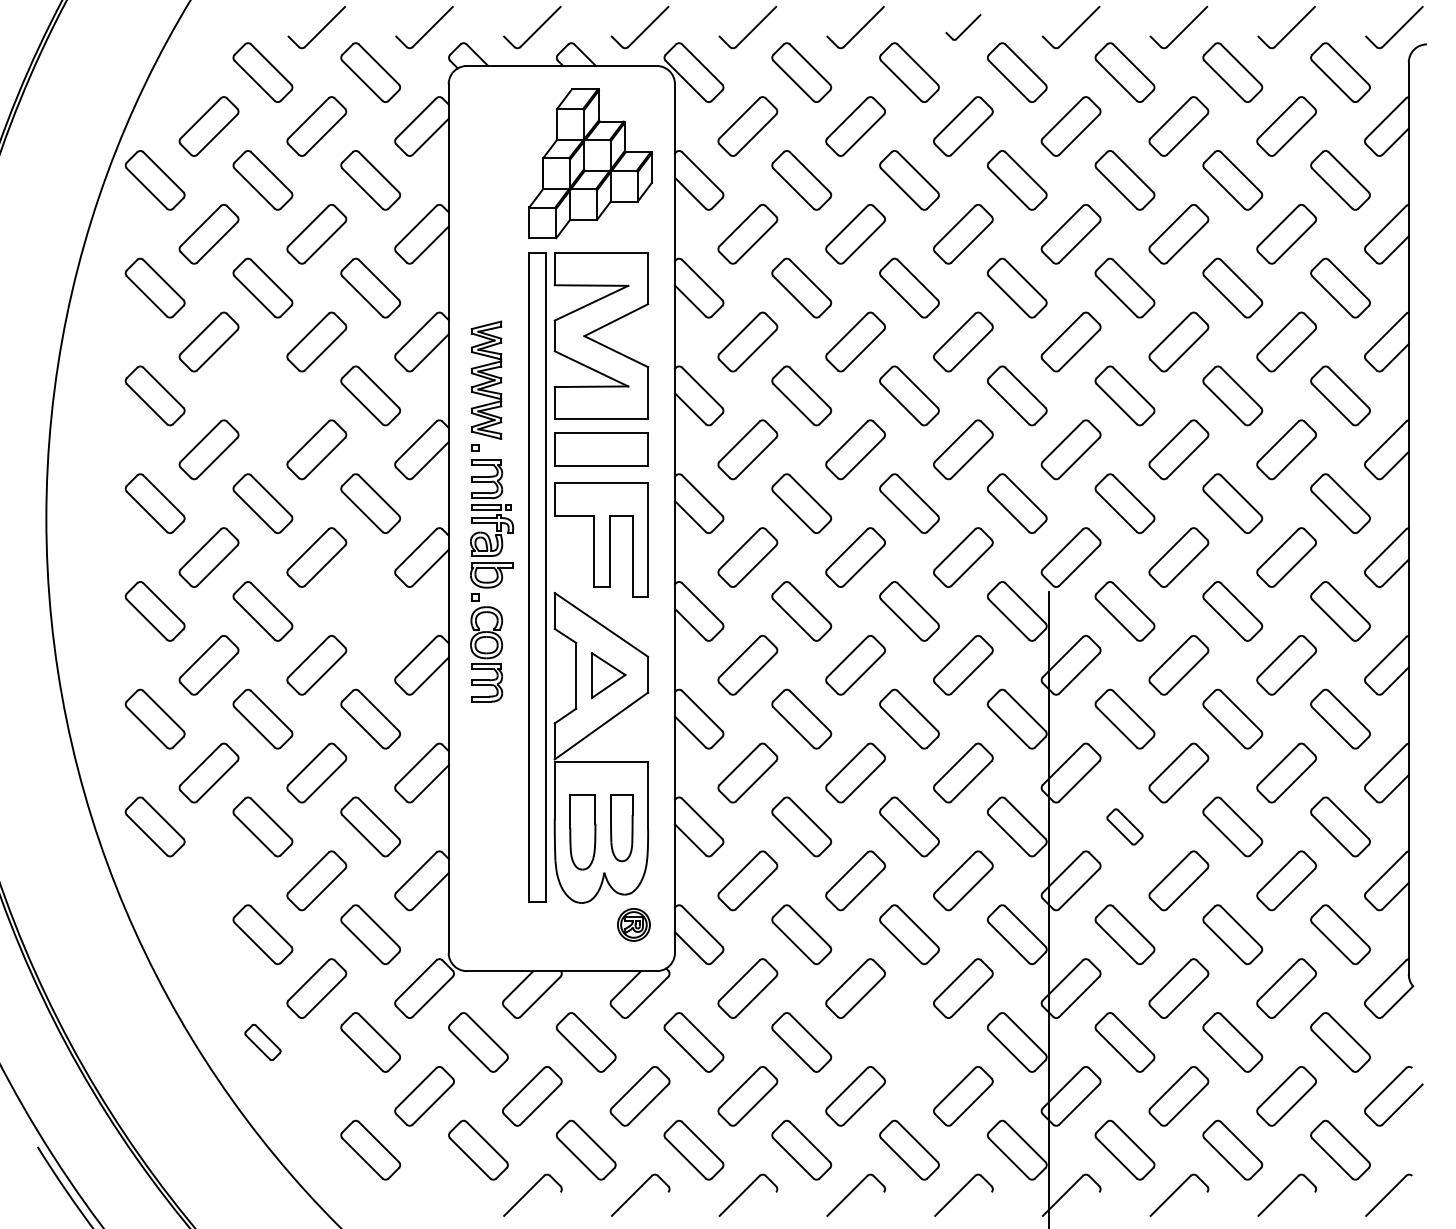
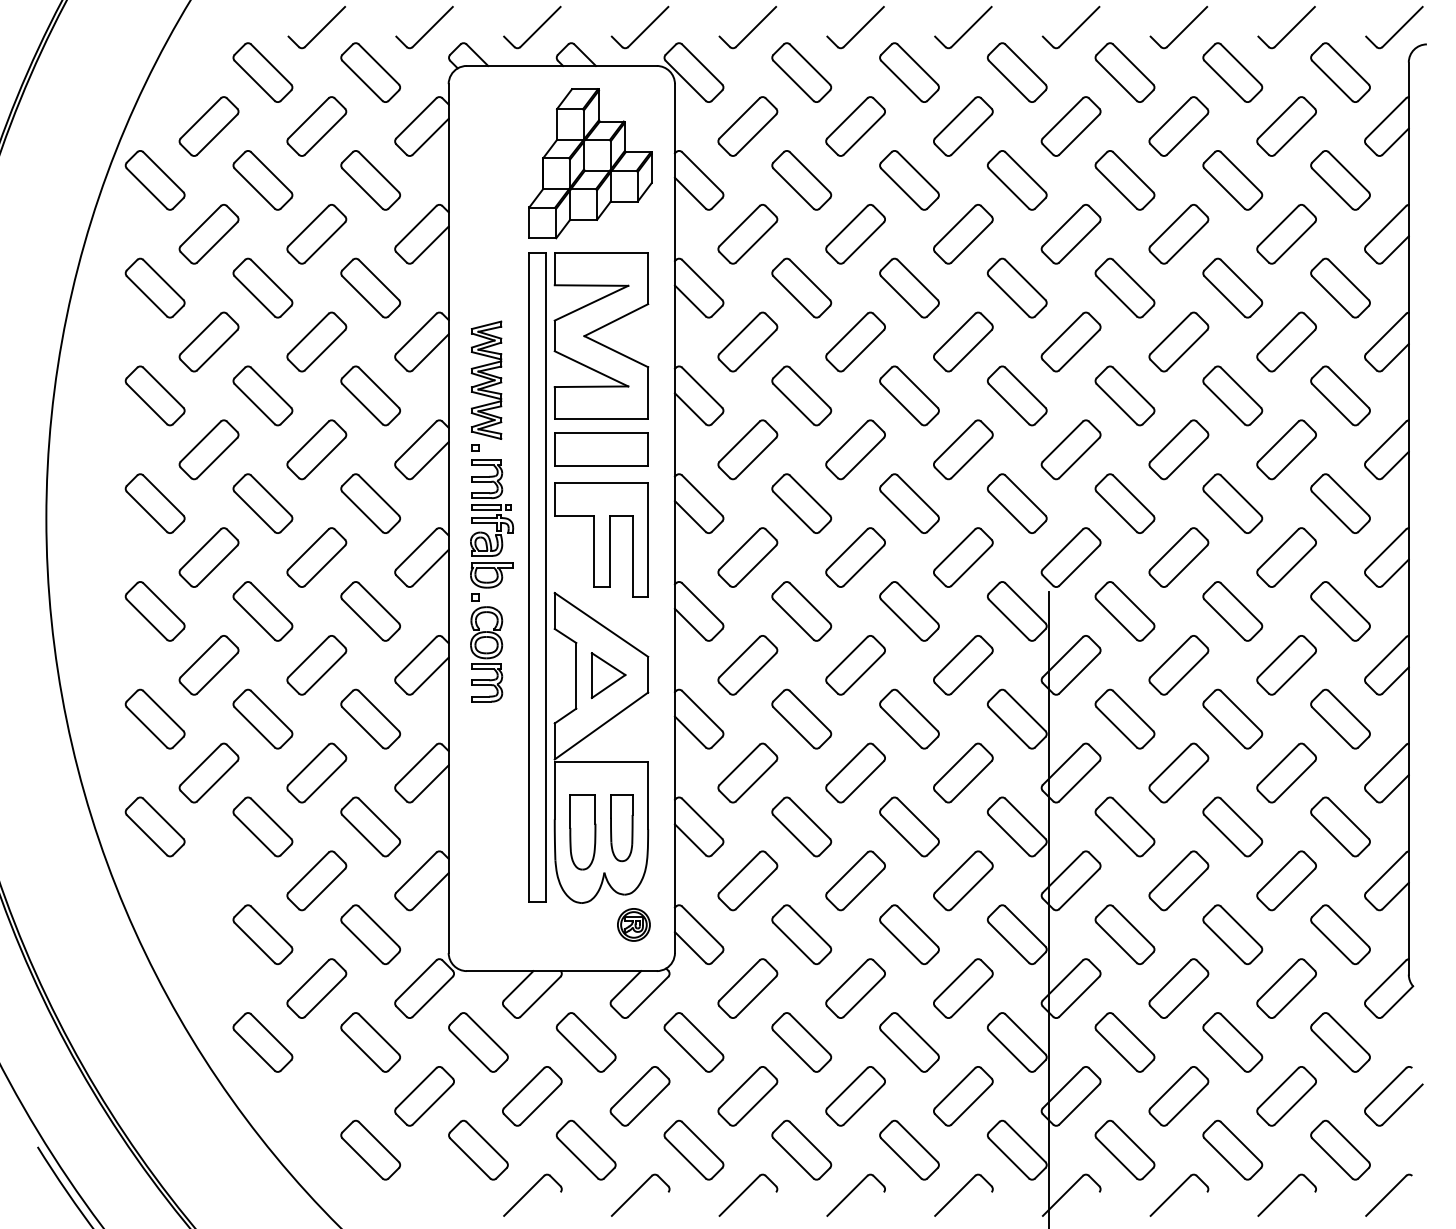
part at (963, 27) size: 37x27 px -> 59x45 px
part at (262, 395): none -> present
part at (370, 611): none -> present
part at (1124, 826) size: 38x38 px -> 62x62 px
part at (262, 1042) size: 38x37 px -> 62x61 px
part at (909, 1042): none -> present
